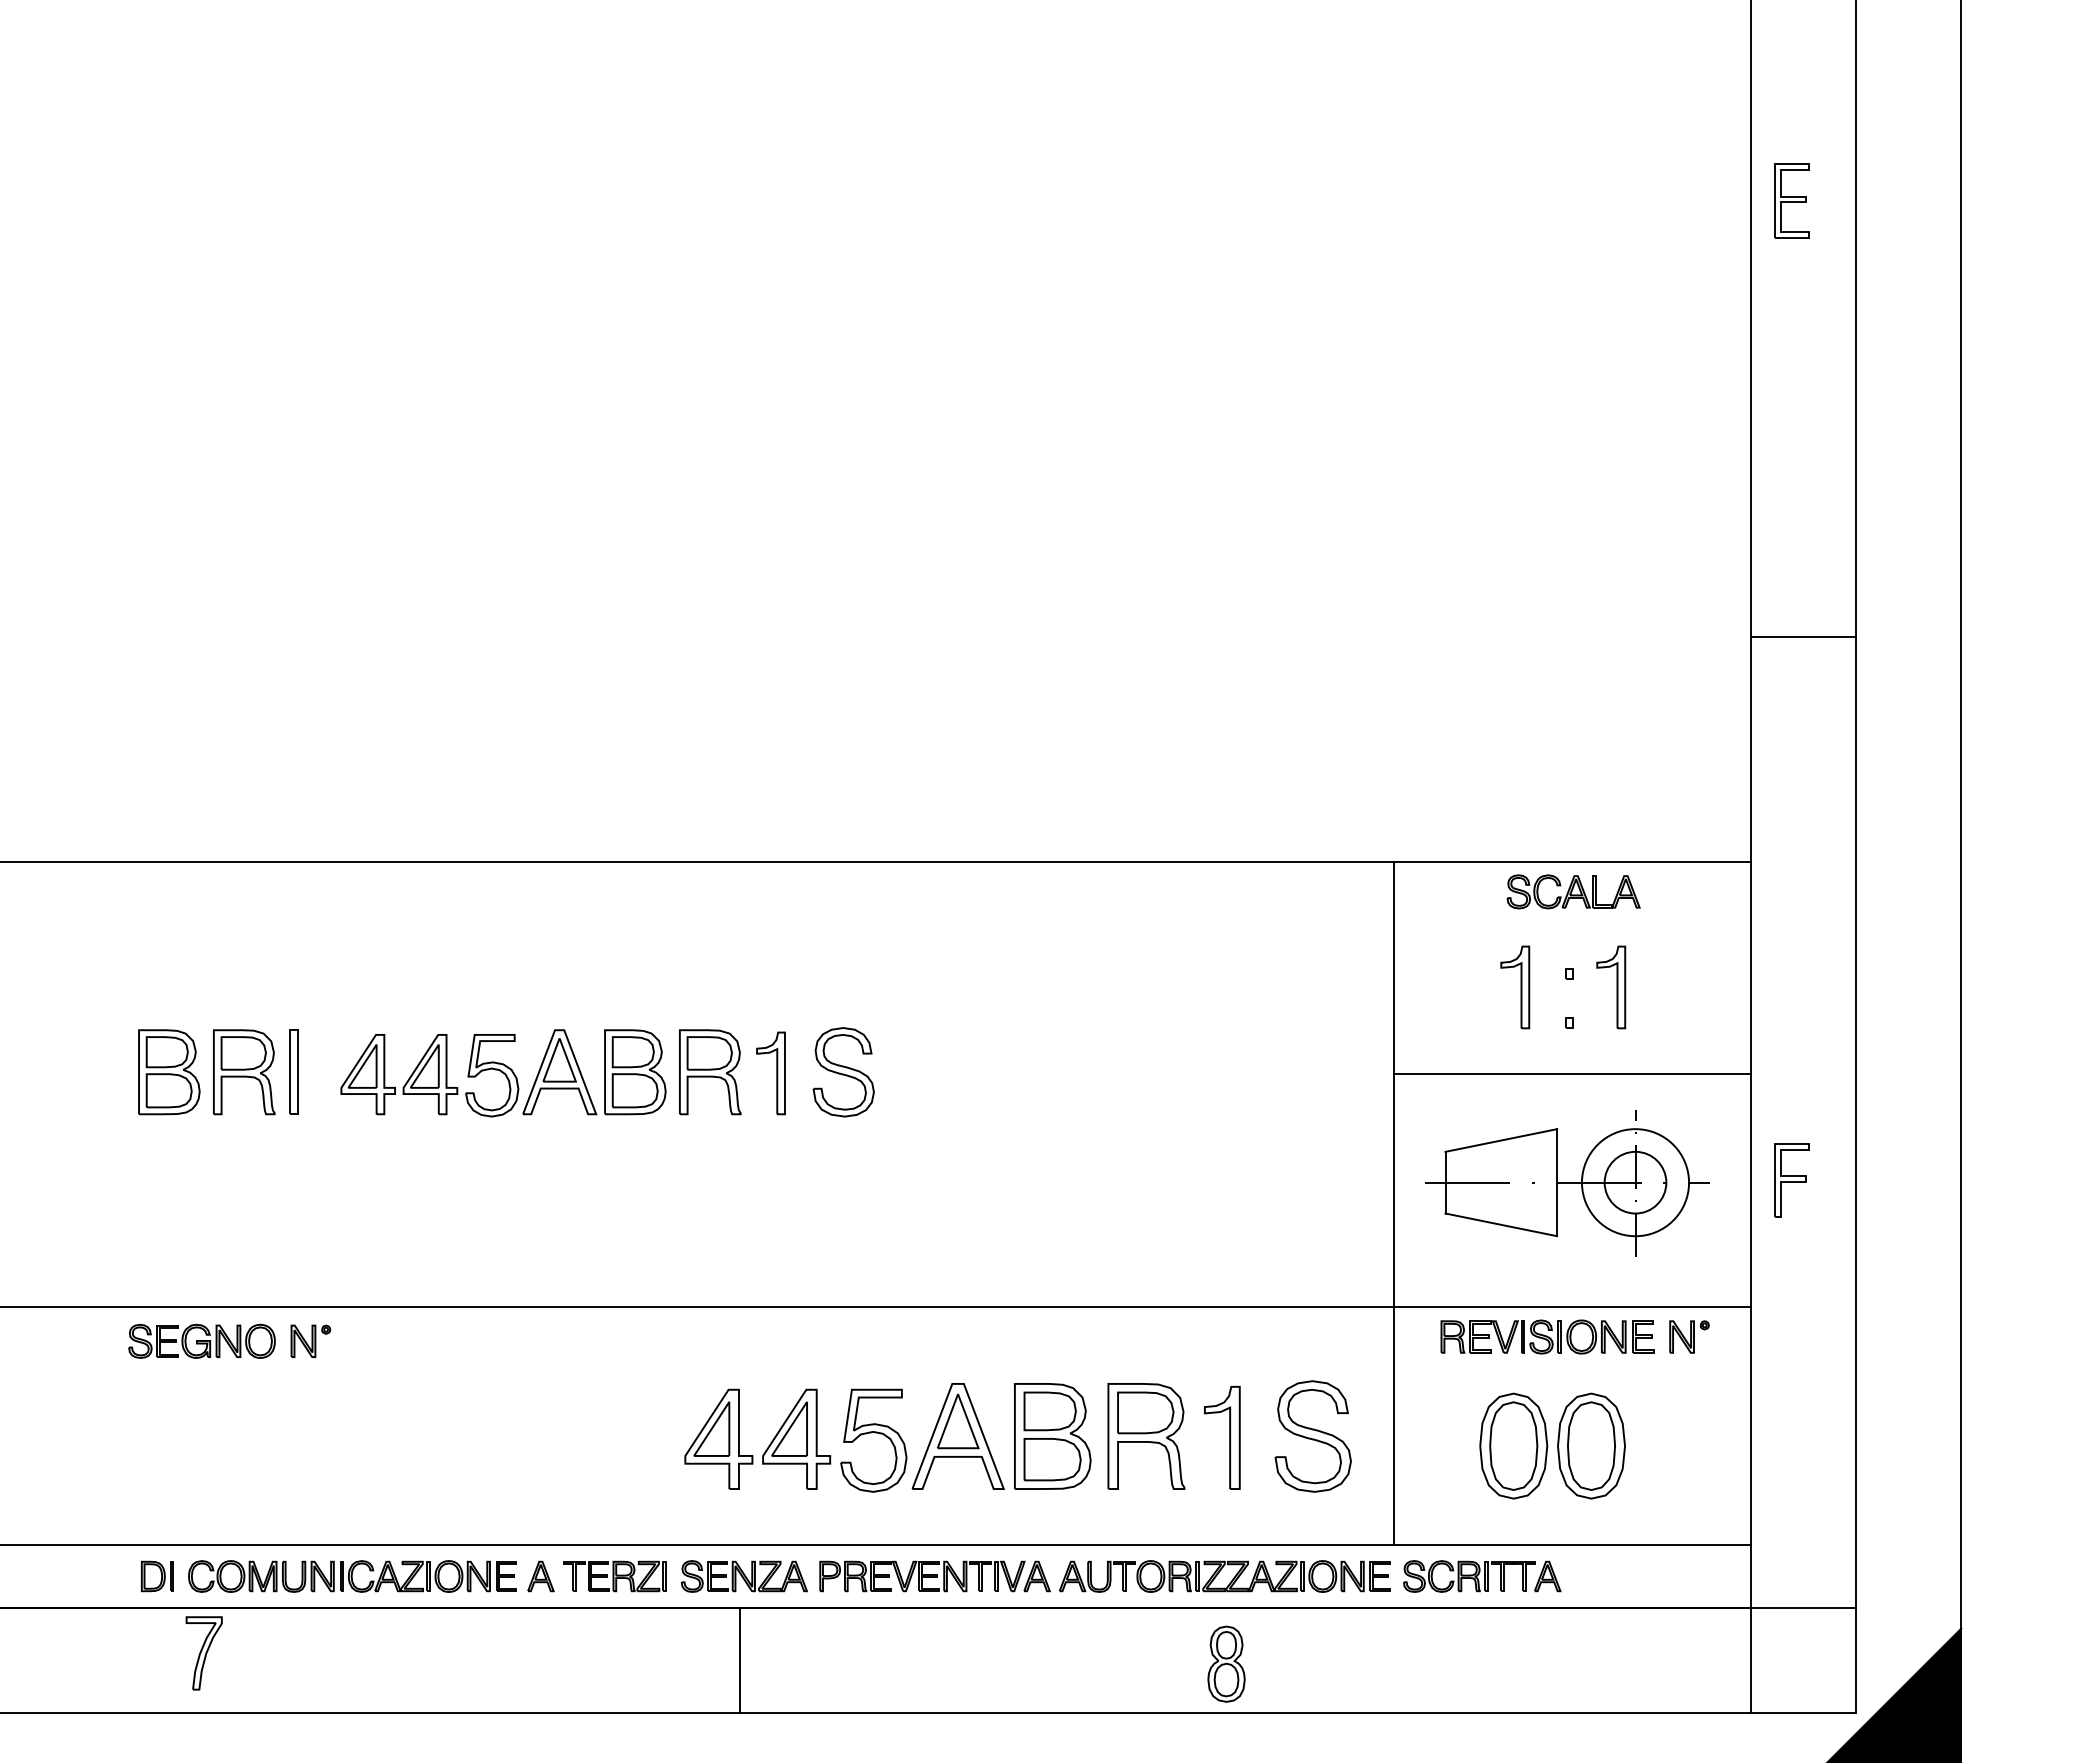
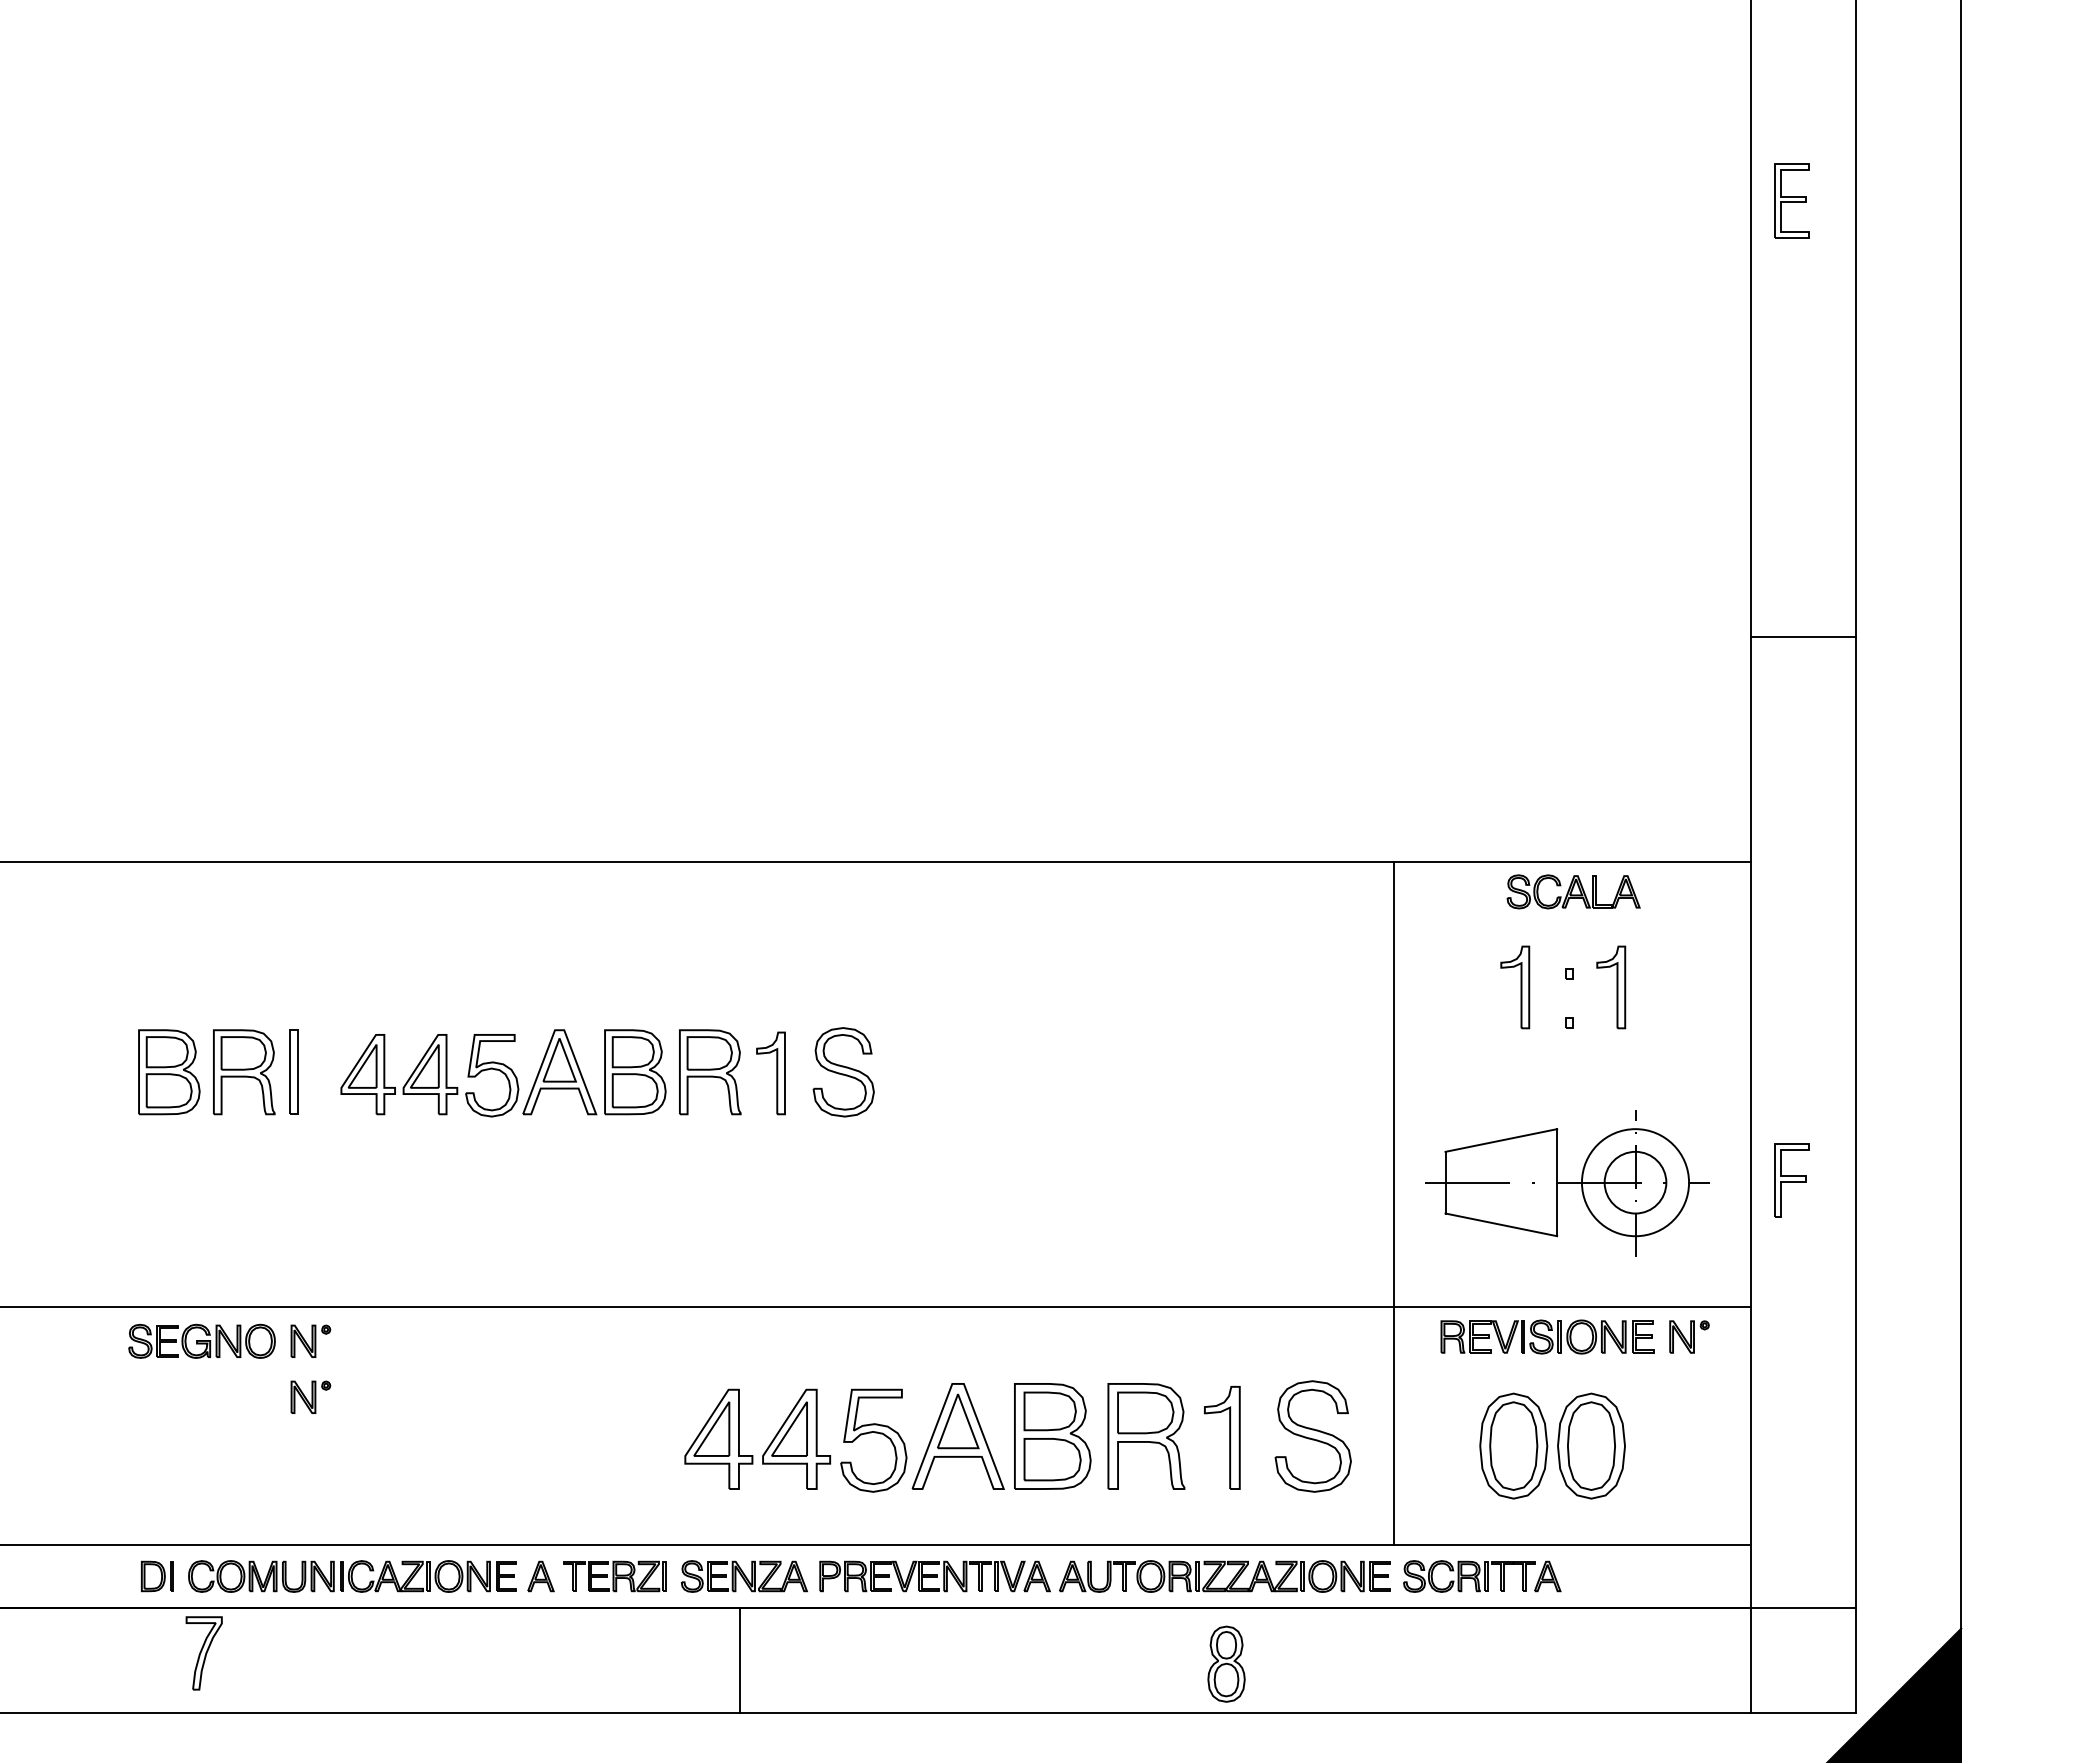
line at (1572, 1074): present -> none
part at (310, 1396): none -> present
